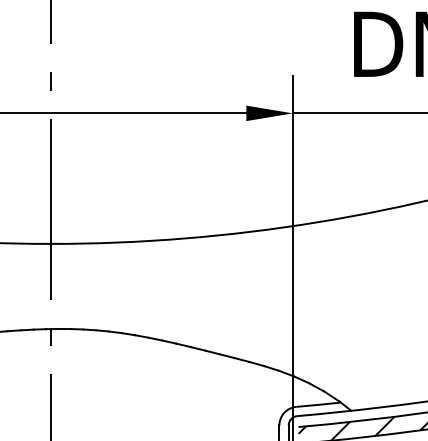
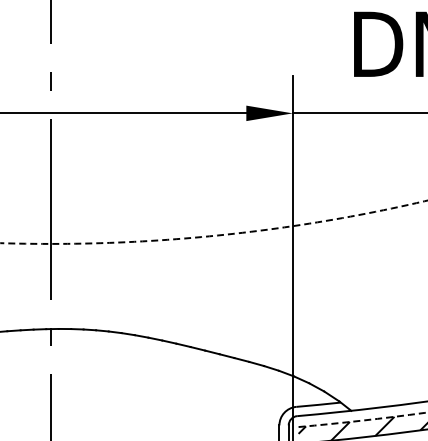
arc at (215, 235): solid -> dashed
arc at (363, 420): solid -> dashed
